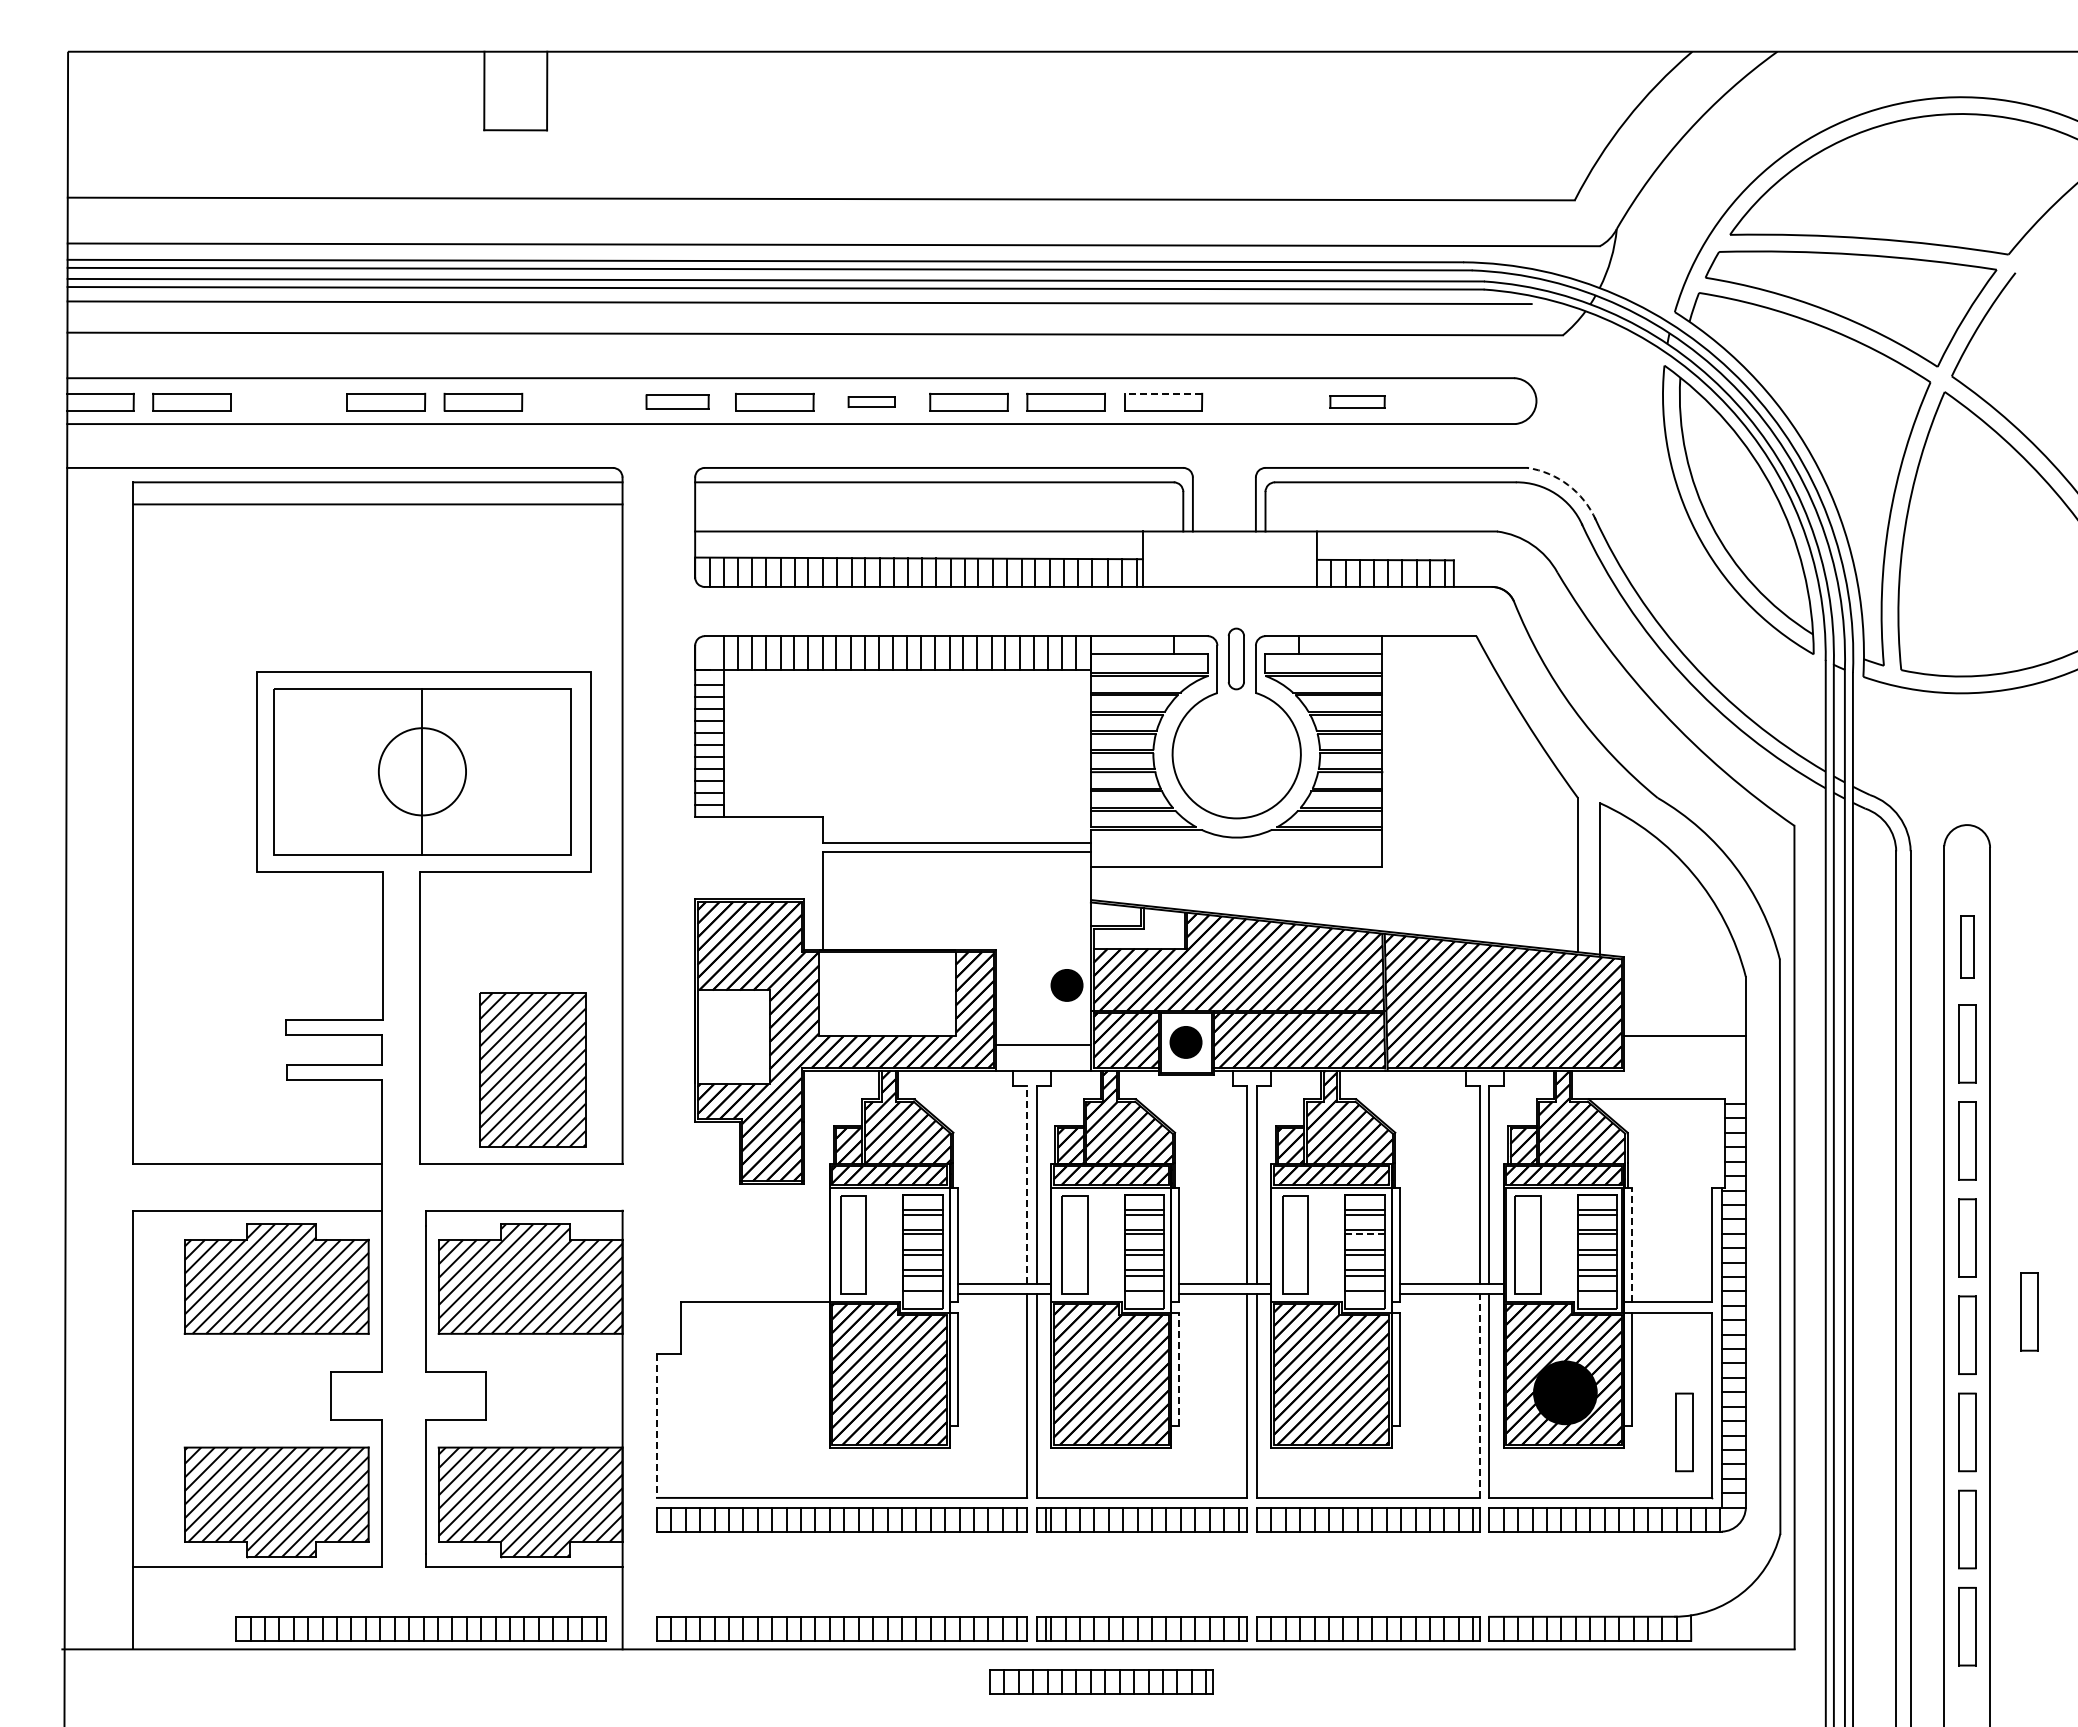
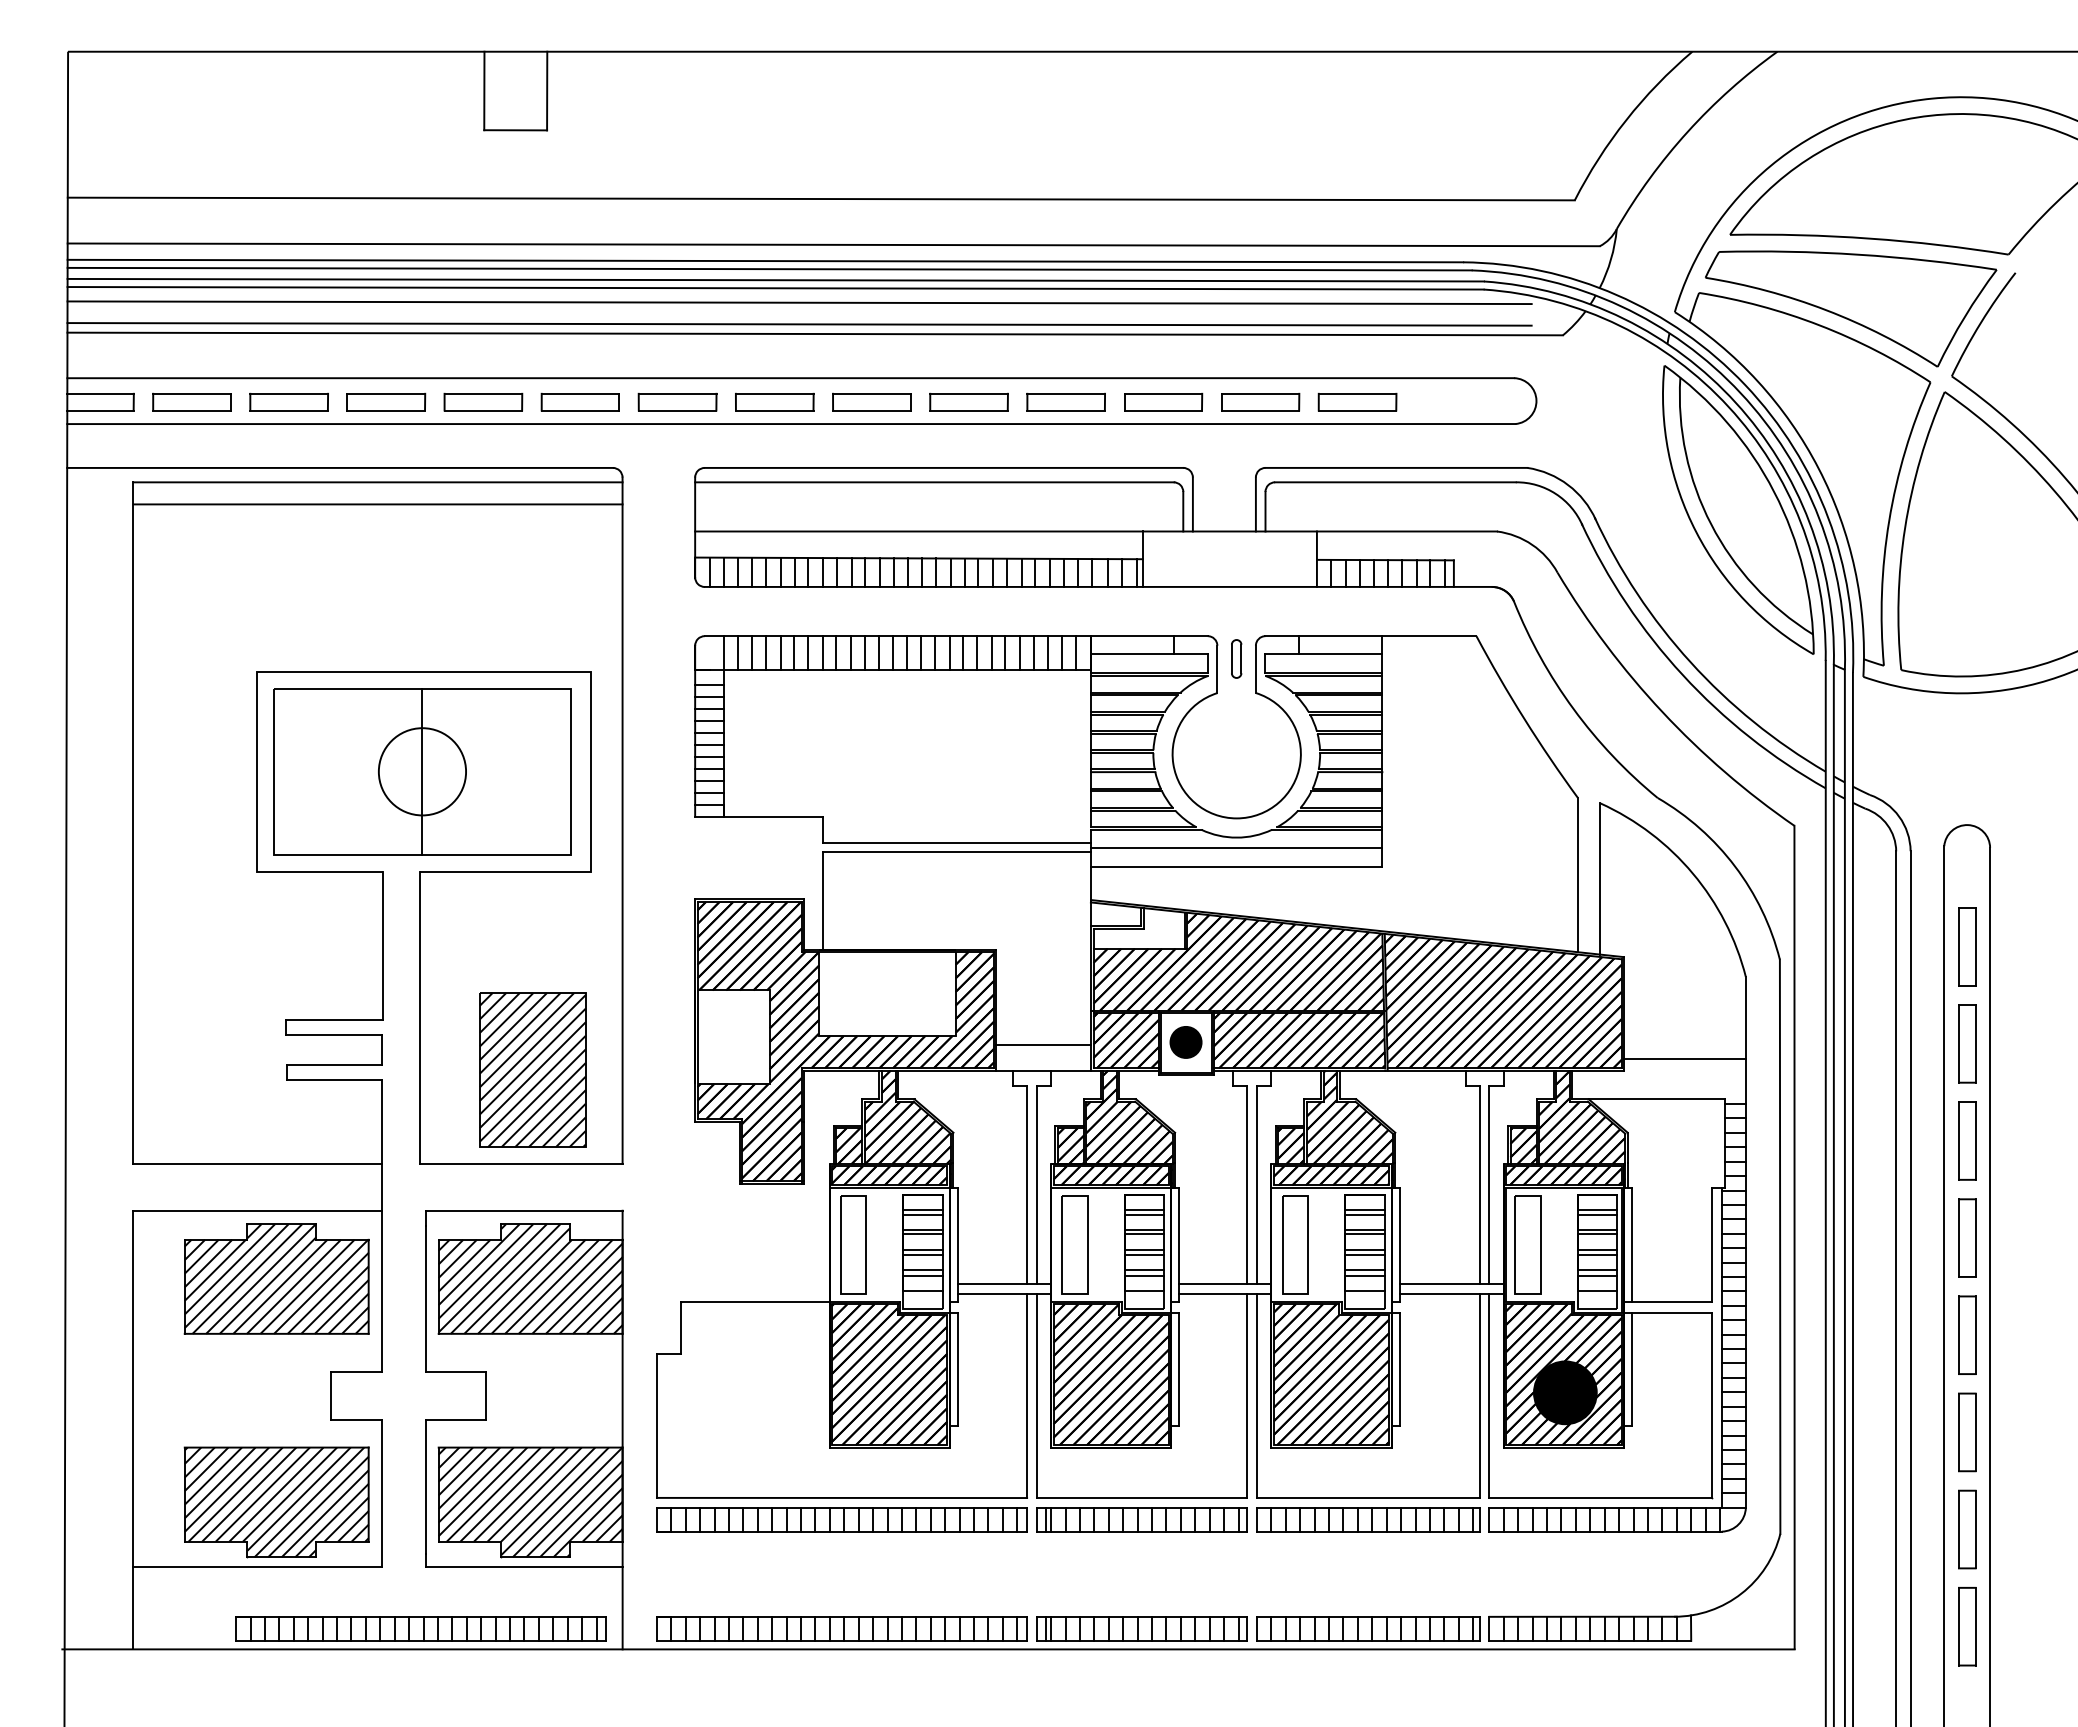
line at (799, 324): none -> present
line at (1163, 393): dashed -> solid
part at (288, 401): none -> present
part at (579, 401): none -> present
part at (677, 401) size: 65x16 px -> 81x20 px
part at (871, 401) size: 49x12 px -> 80x20 px
part at (1260, 401): none -> present
part at (1357, 401) size: 57x14 px -> 81x20 px
arc at (1568, 485): dashed -> solid
part at (1235, 658) size: 18x64 px -> 12x40 px
line at (1236, 847): none -> present
part at (1967, 946) size: 15x64 px -> 19x80 px
part at (1066, 985): present -> none
line at (1684, 1035) position: (1684, 1035) -> (1684, 1058)
line at (1027, 1185): dashed -> solid
line at (1364, 1234): dashed -> solid
line at (1632, 1244): dashed -> solid
part at (2029, 1311): present -> none
line at (1179, 1369): dashed -> solid
line at (1479, 1395): dashed -> solid
line at (656, 1425): dashed -> solid
part at (1684, 1432): present -> none
part at (1101, 1681): present -> none
